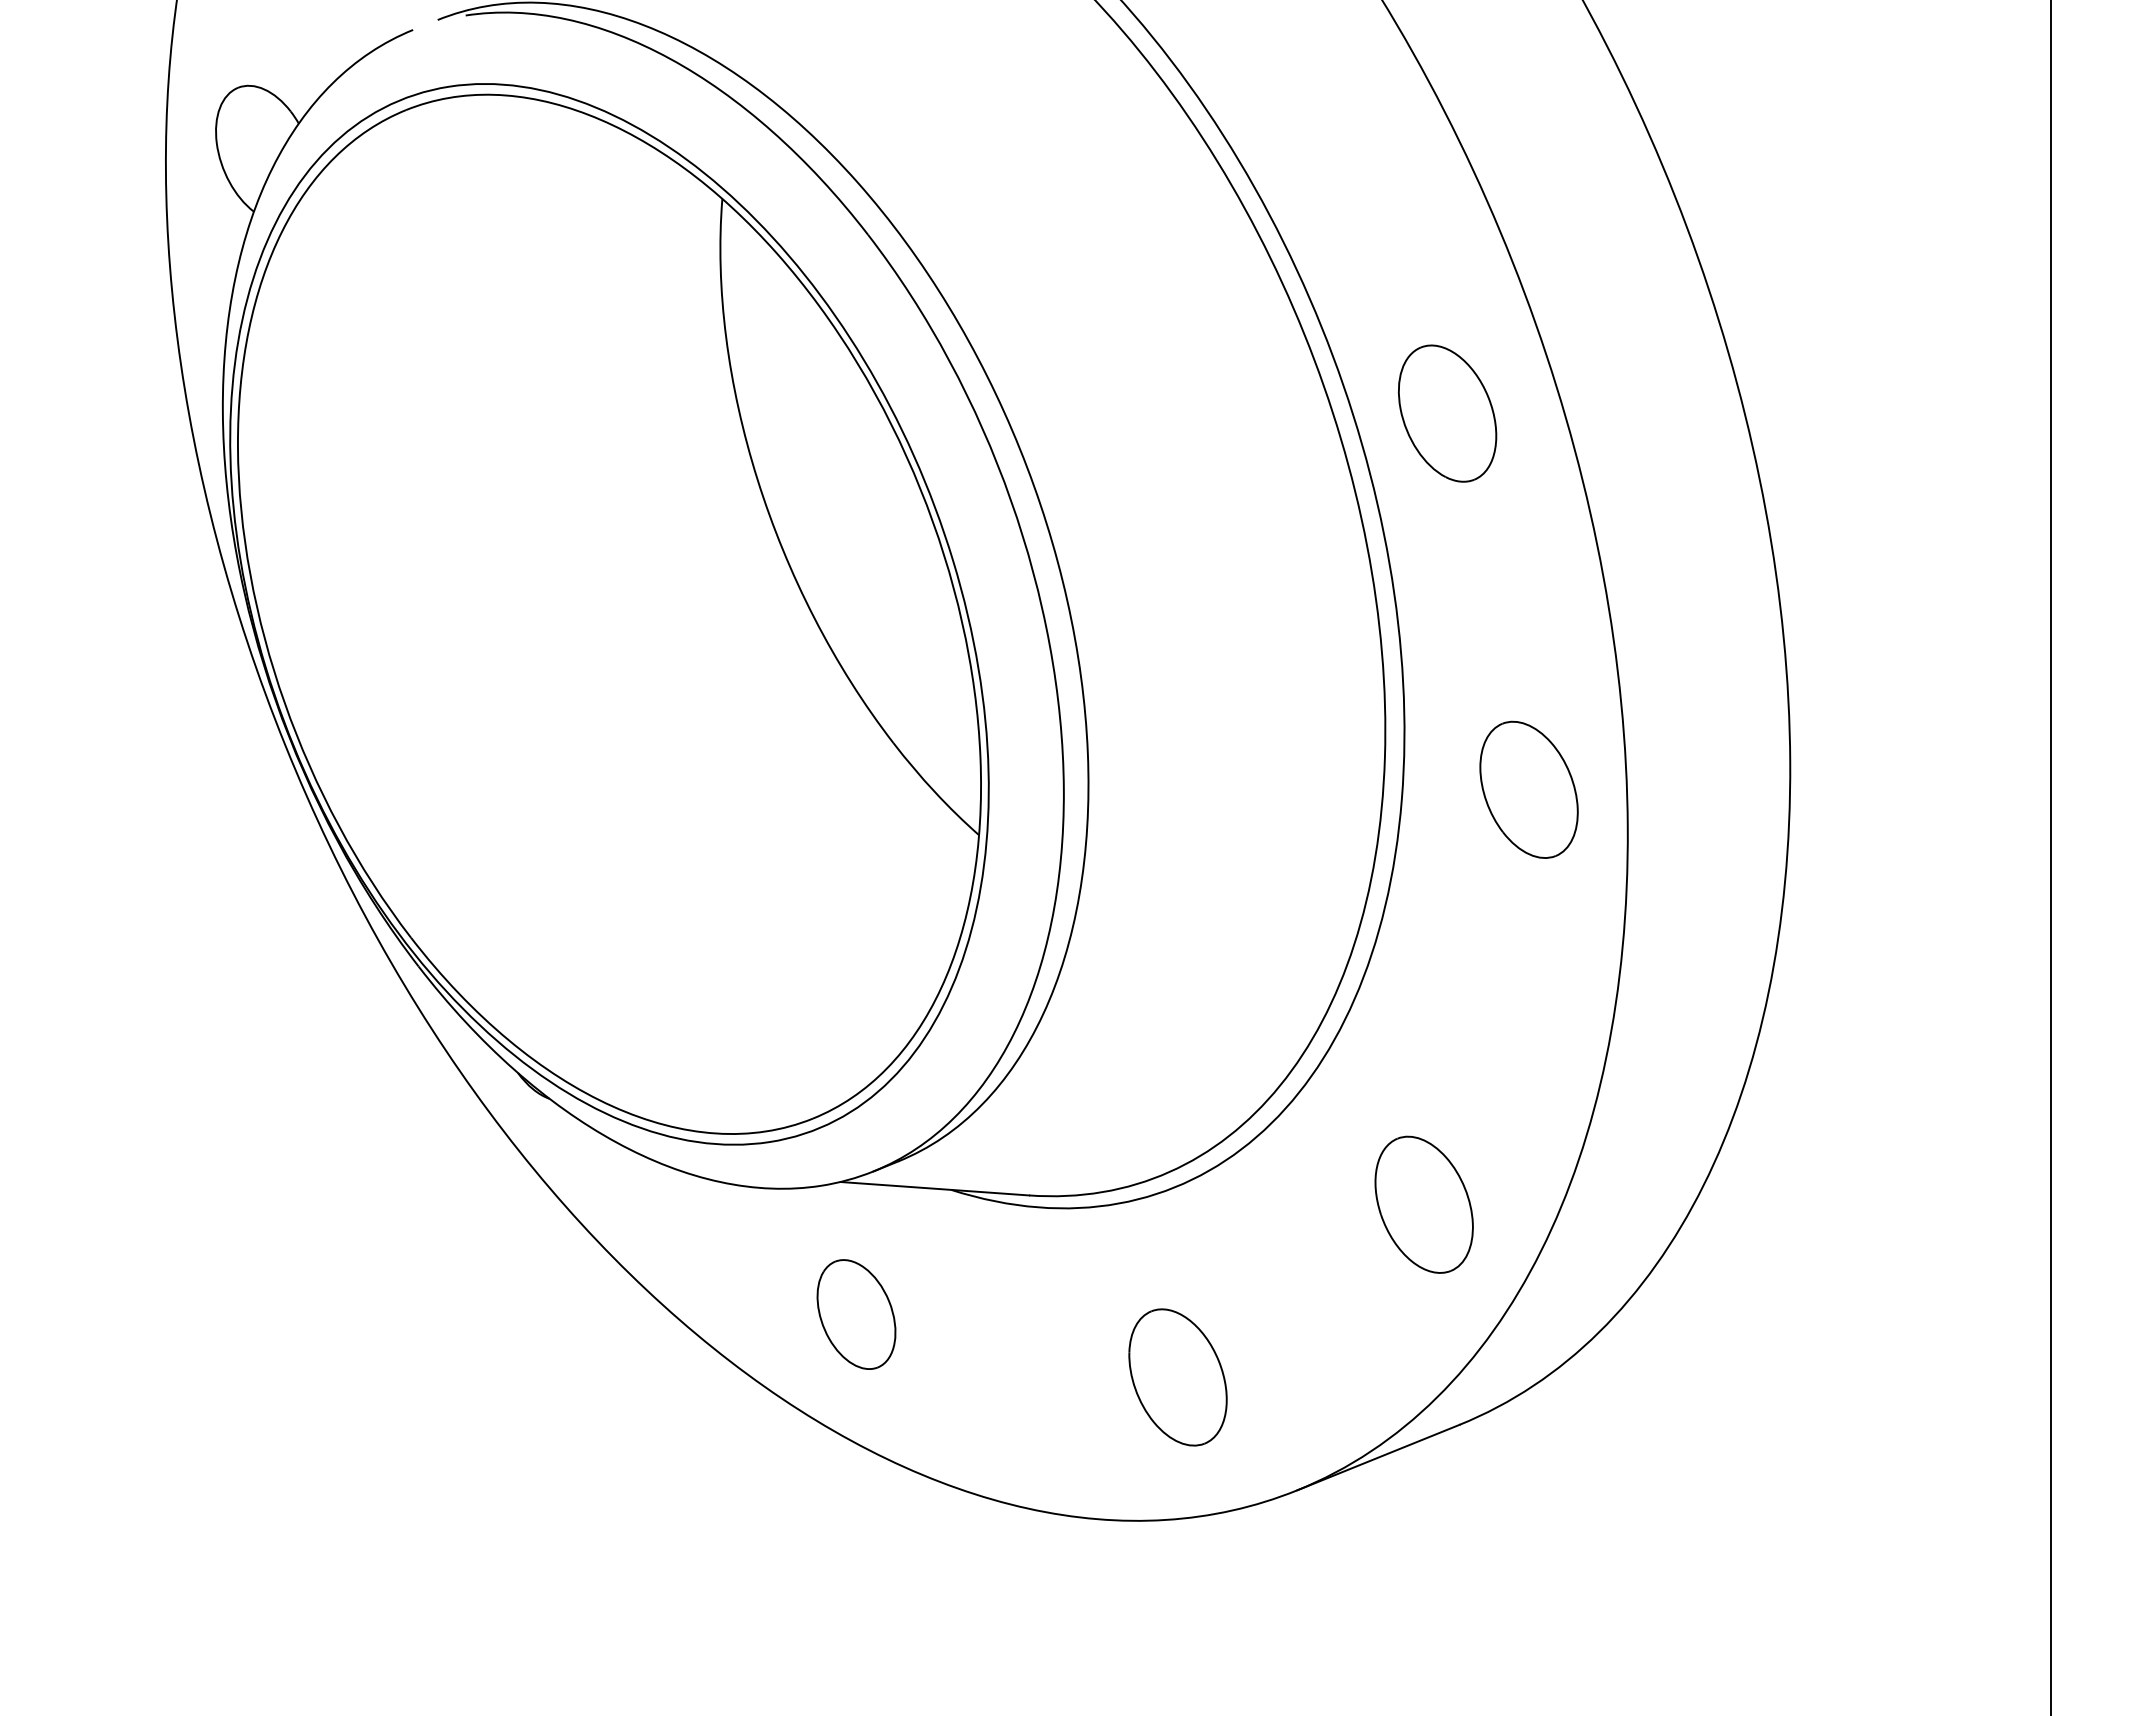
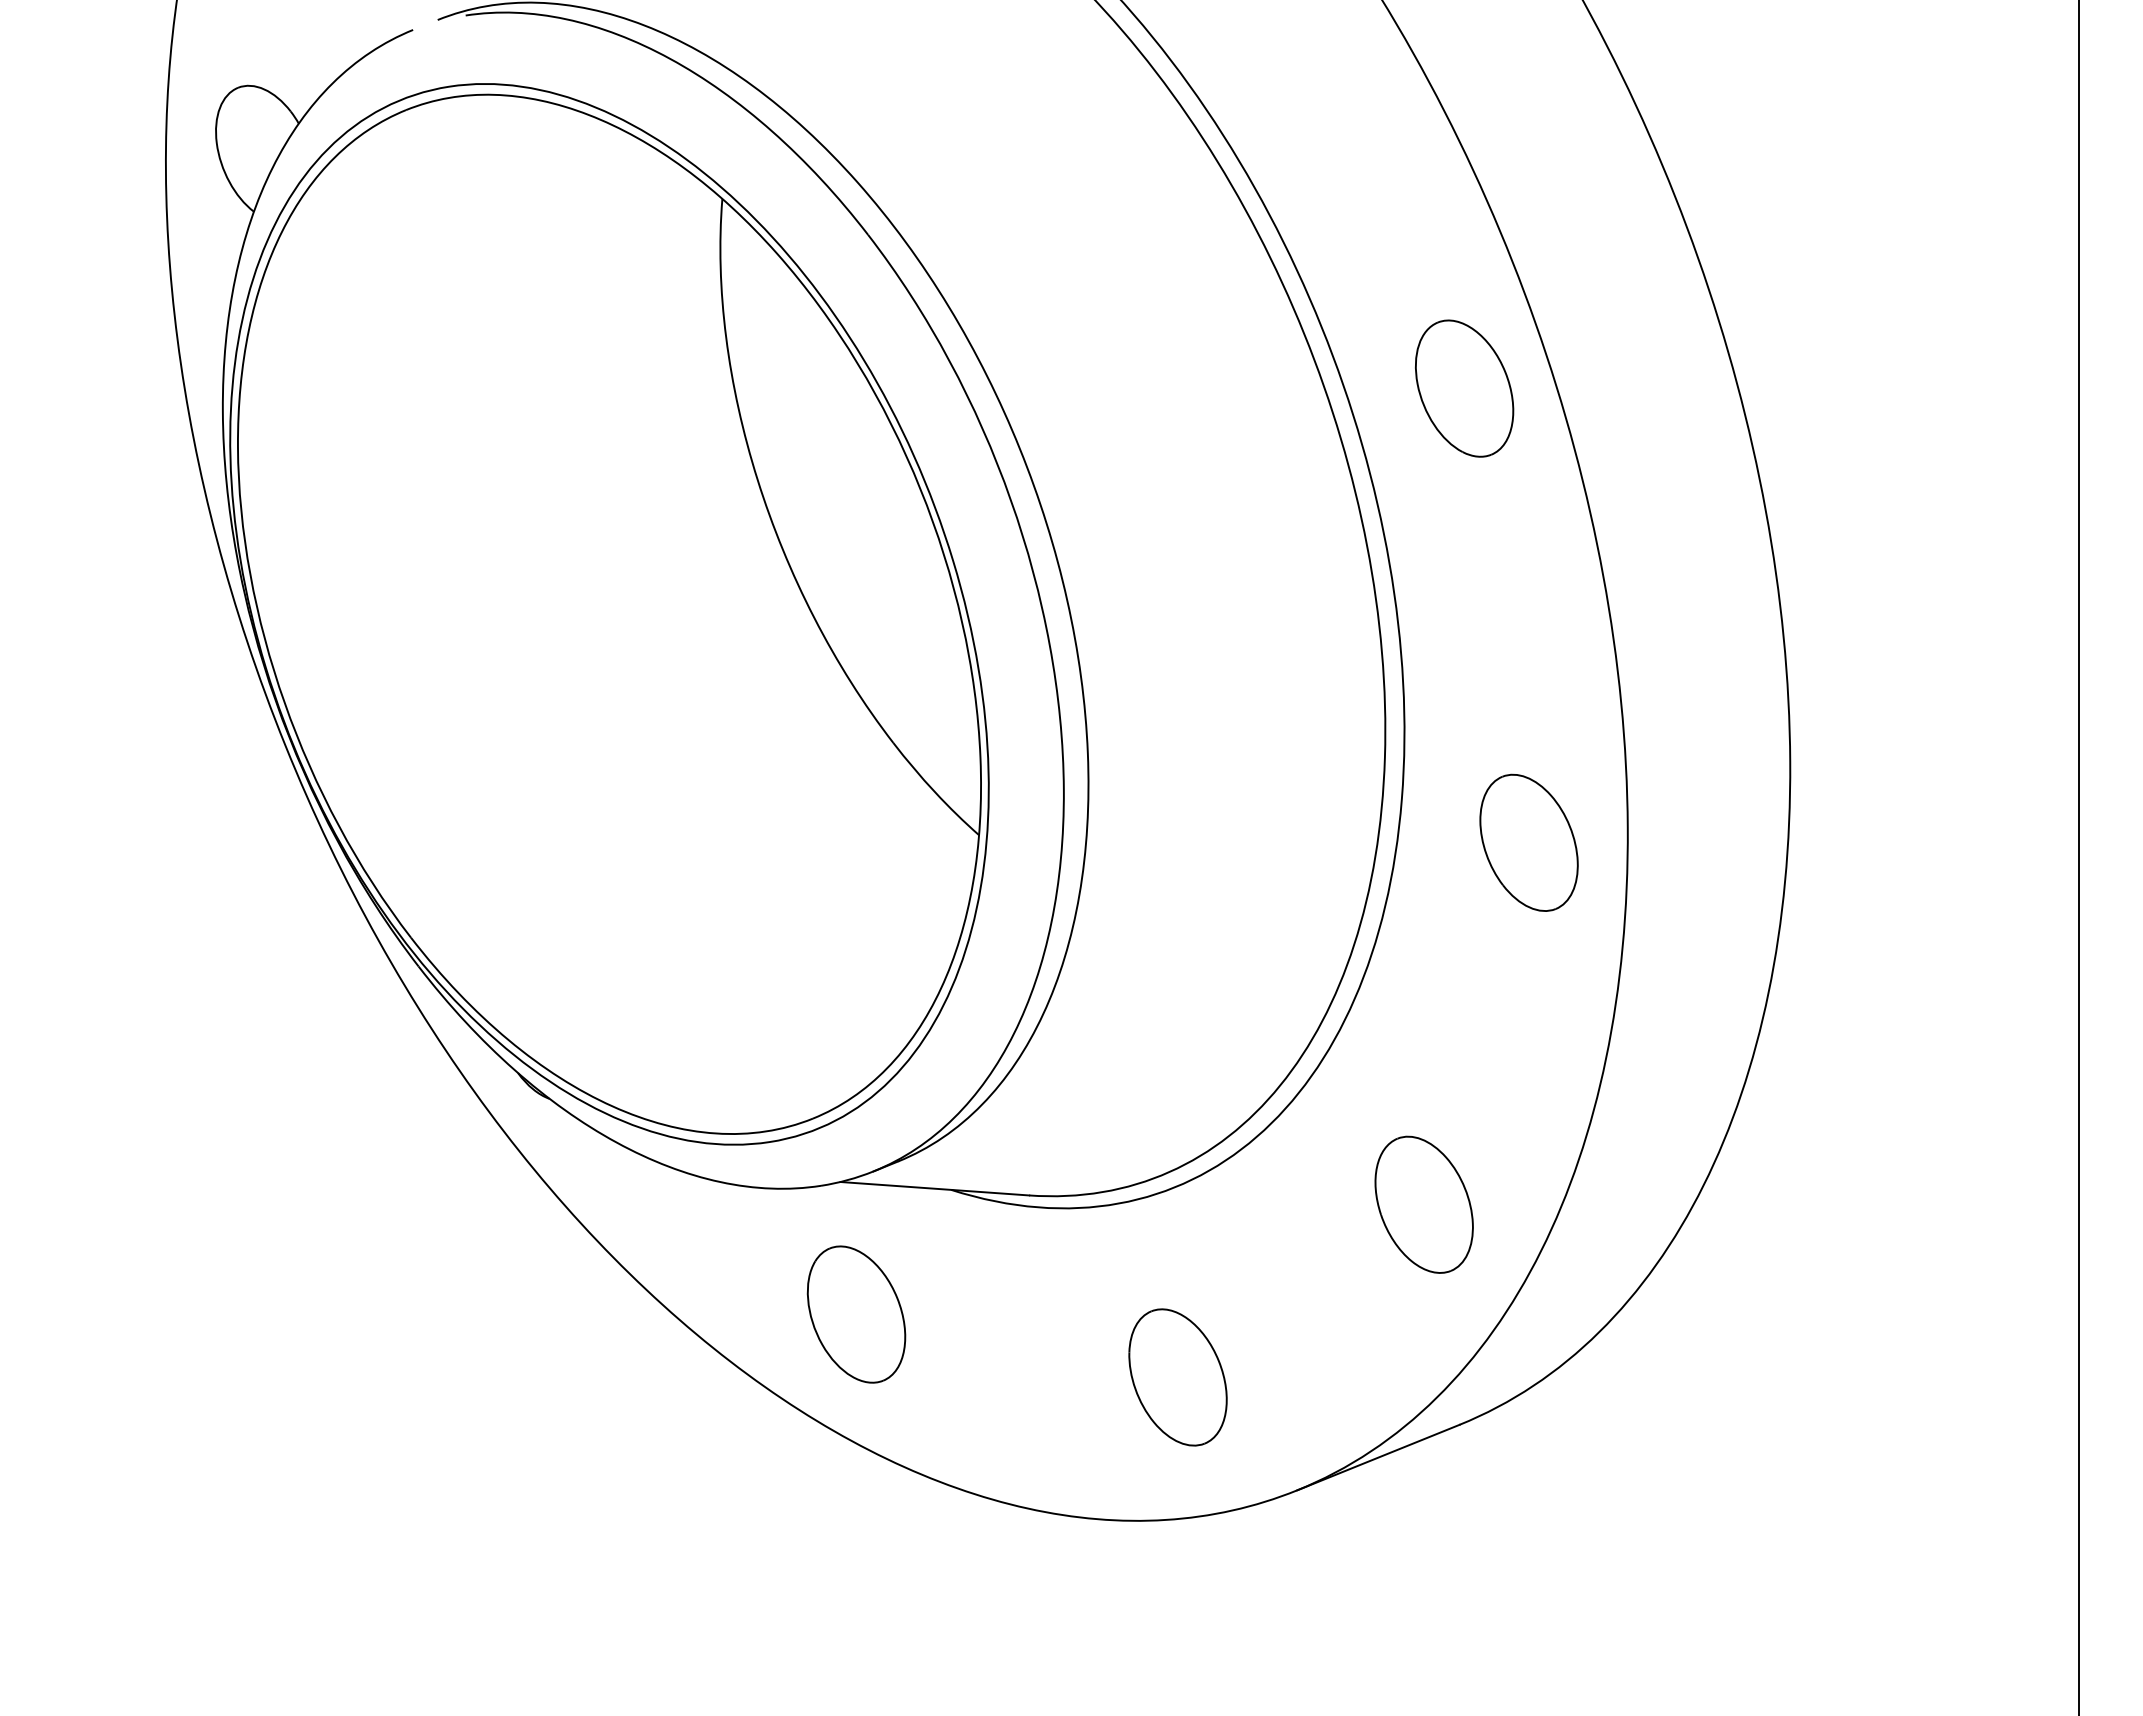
part at (1447, 413) position: (1447, 413) -> (1464, 388)
part at (1528, 789) position: (1528, 789) -> (1528, 842)
line at (2050, 857) position: (2050, 857) -> (2078, 857)
part at (856, 1314) size: 81x111 px -> 101x139 px
